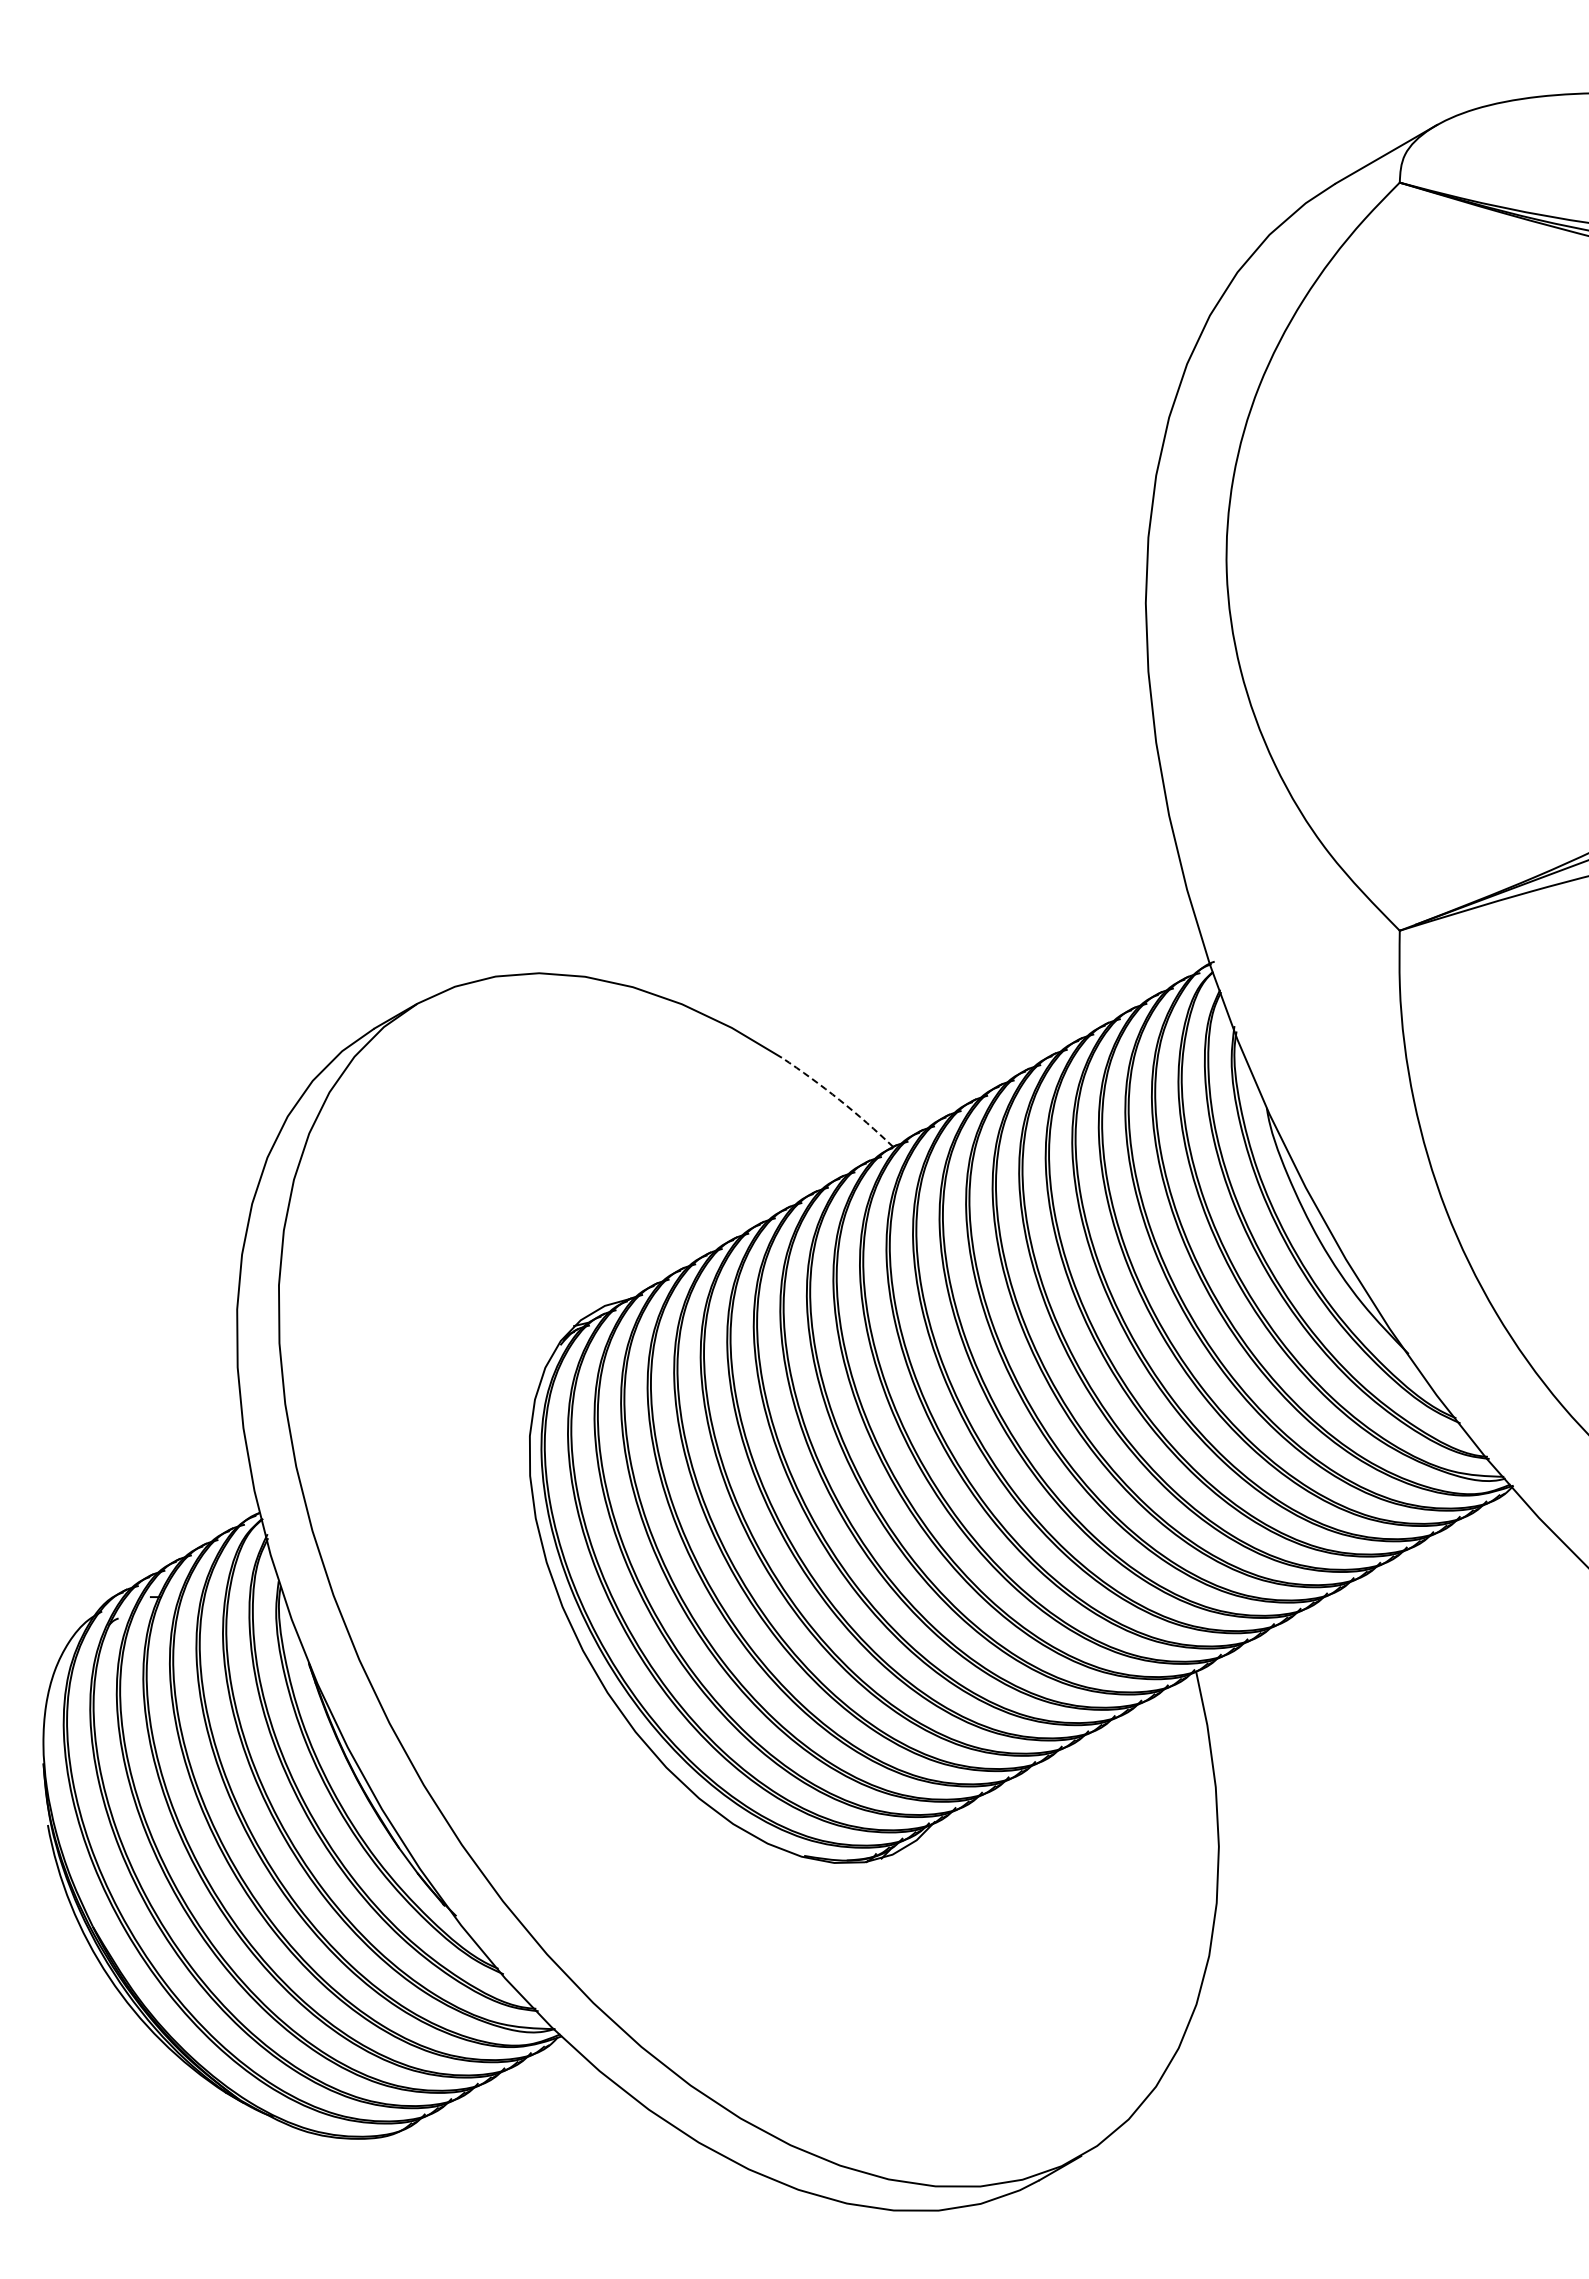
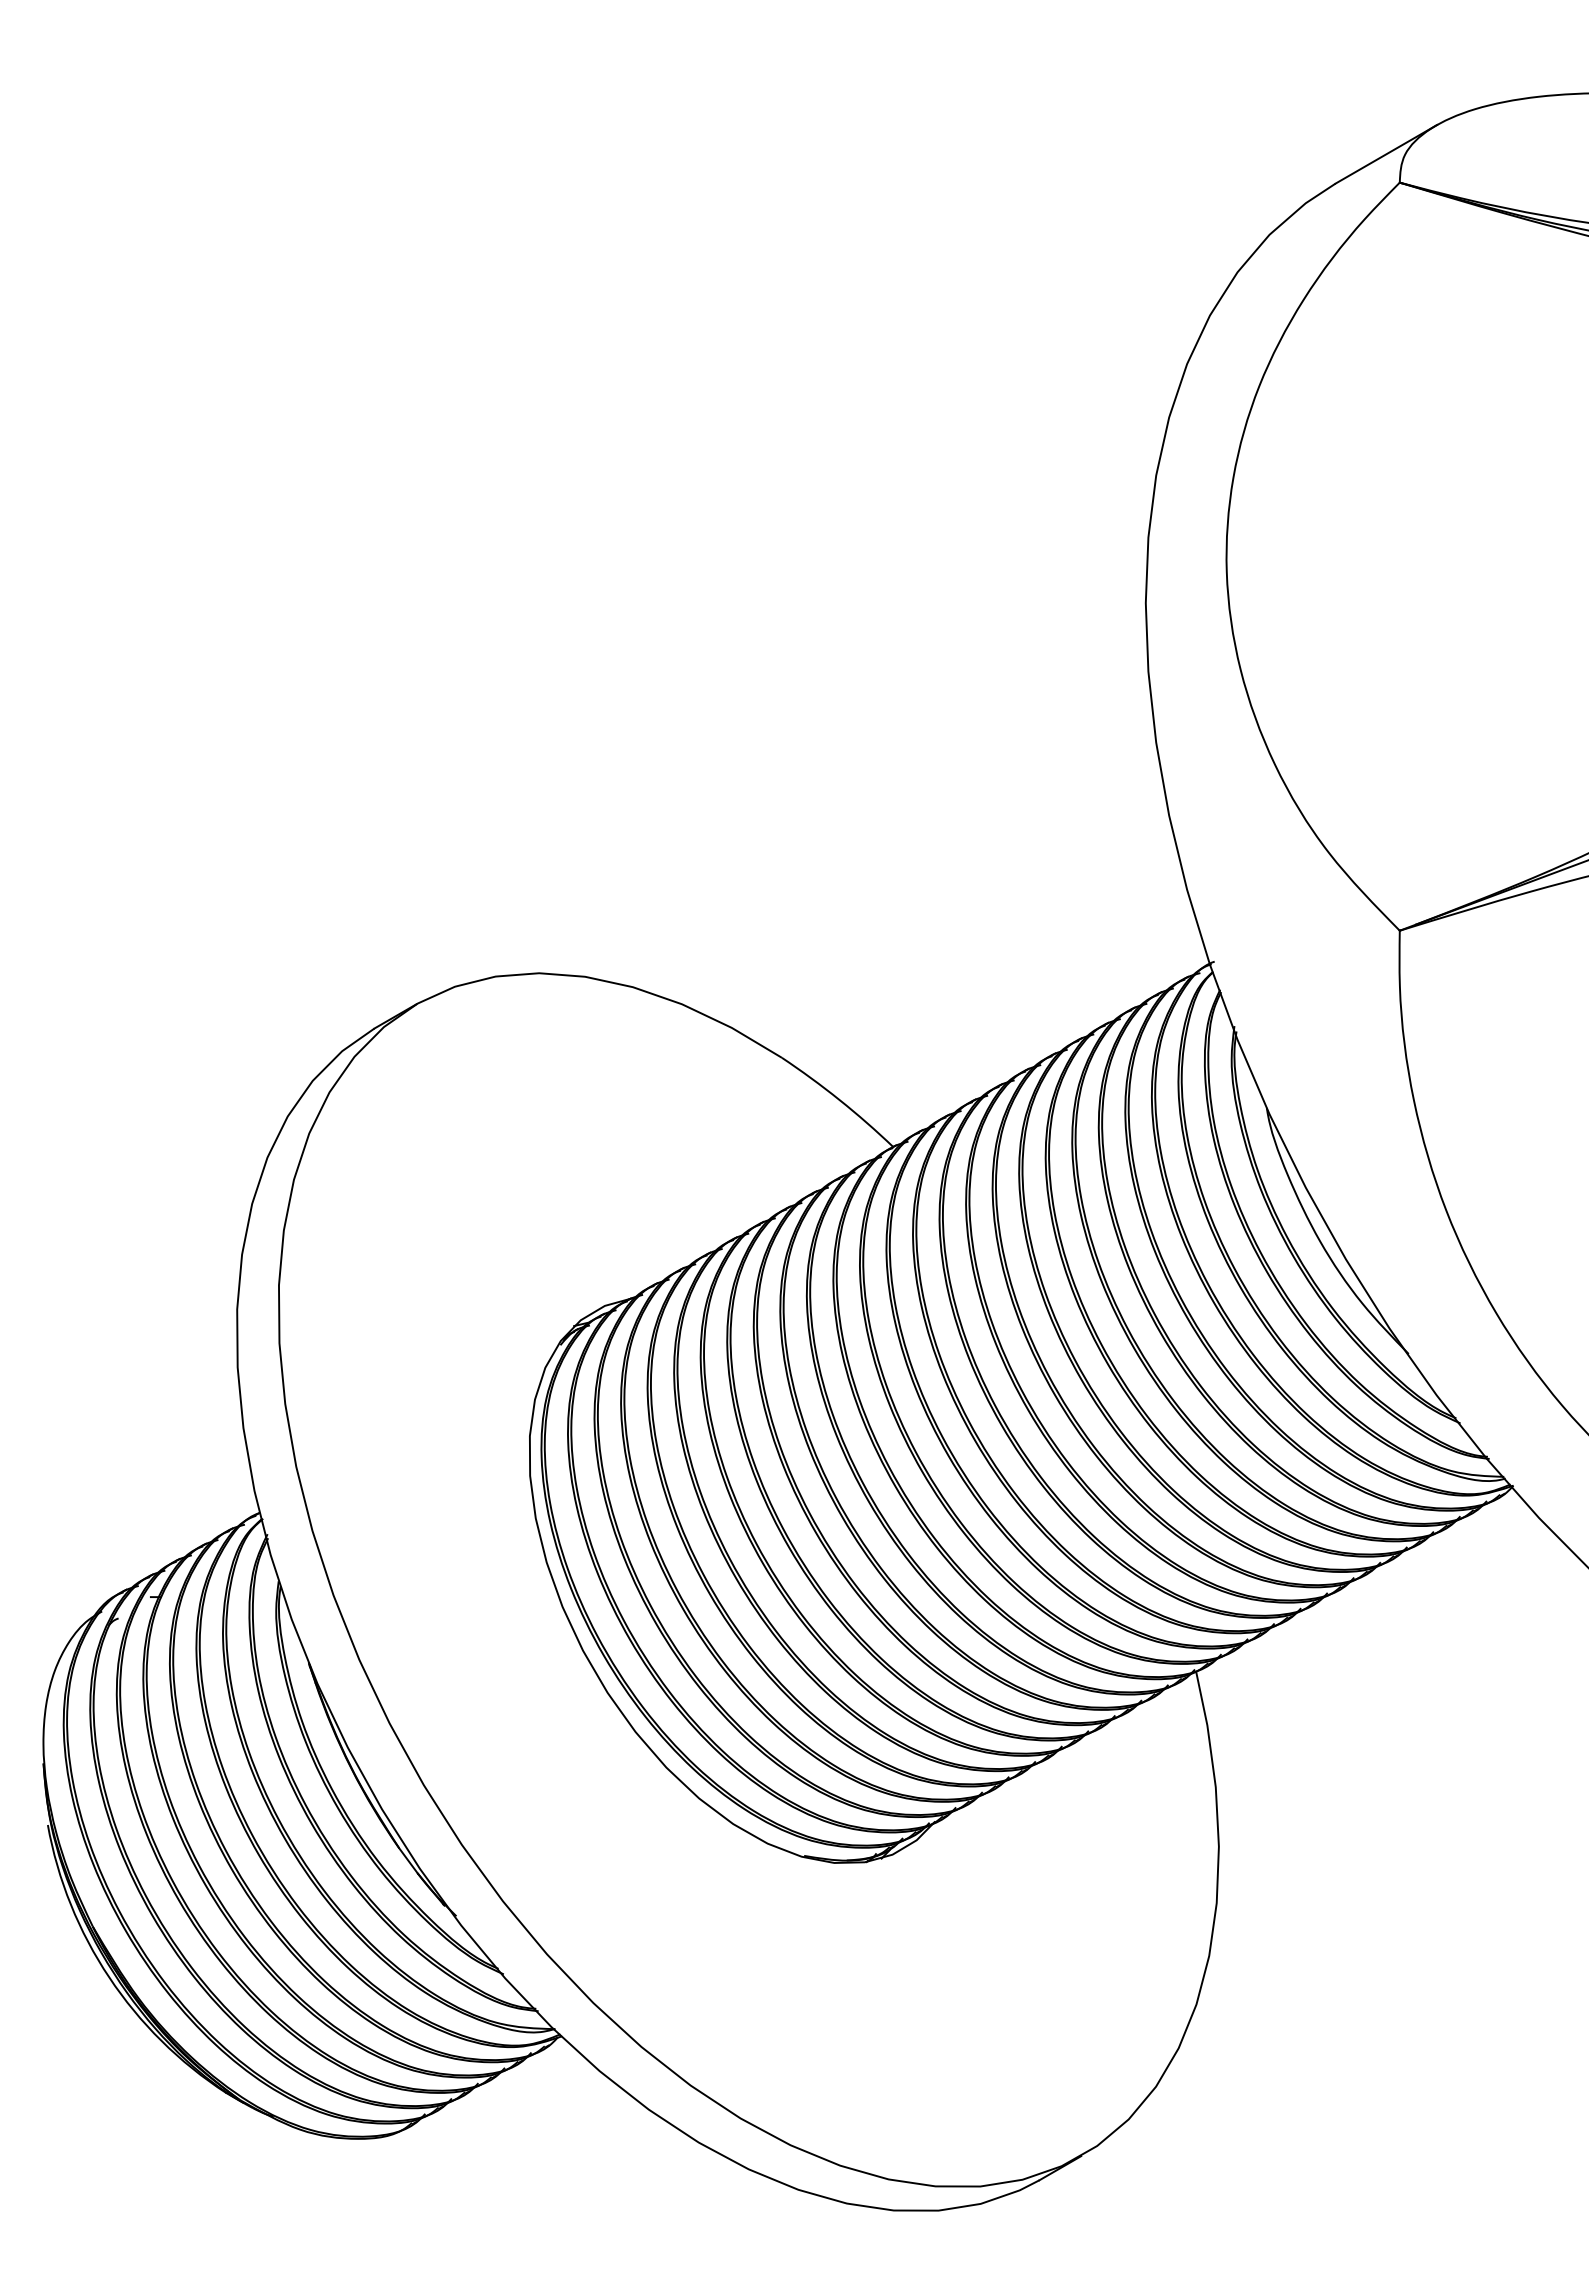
arc at (839, 1099): dashed -> solid
